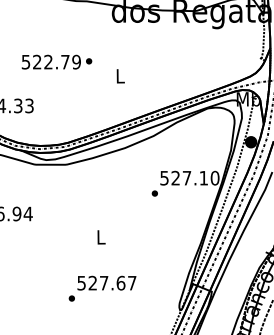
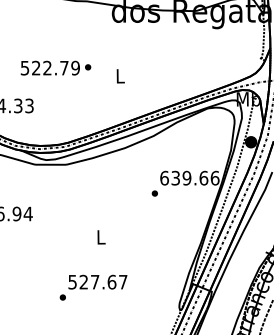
text at (56, 61) position: (56, 61) -> (55, 67)
text at (189, 177): 527.10 -> 639.66
text at (102, 288) position: (102, 288) -> (93, 287)
